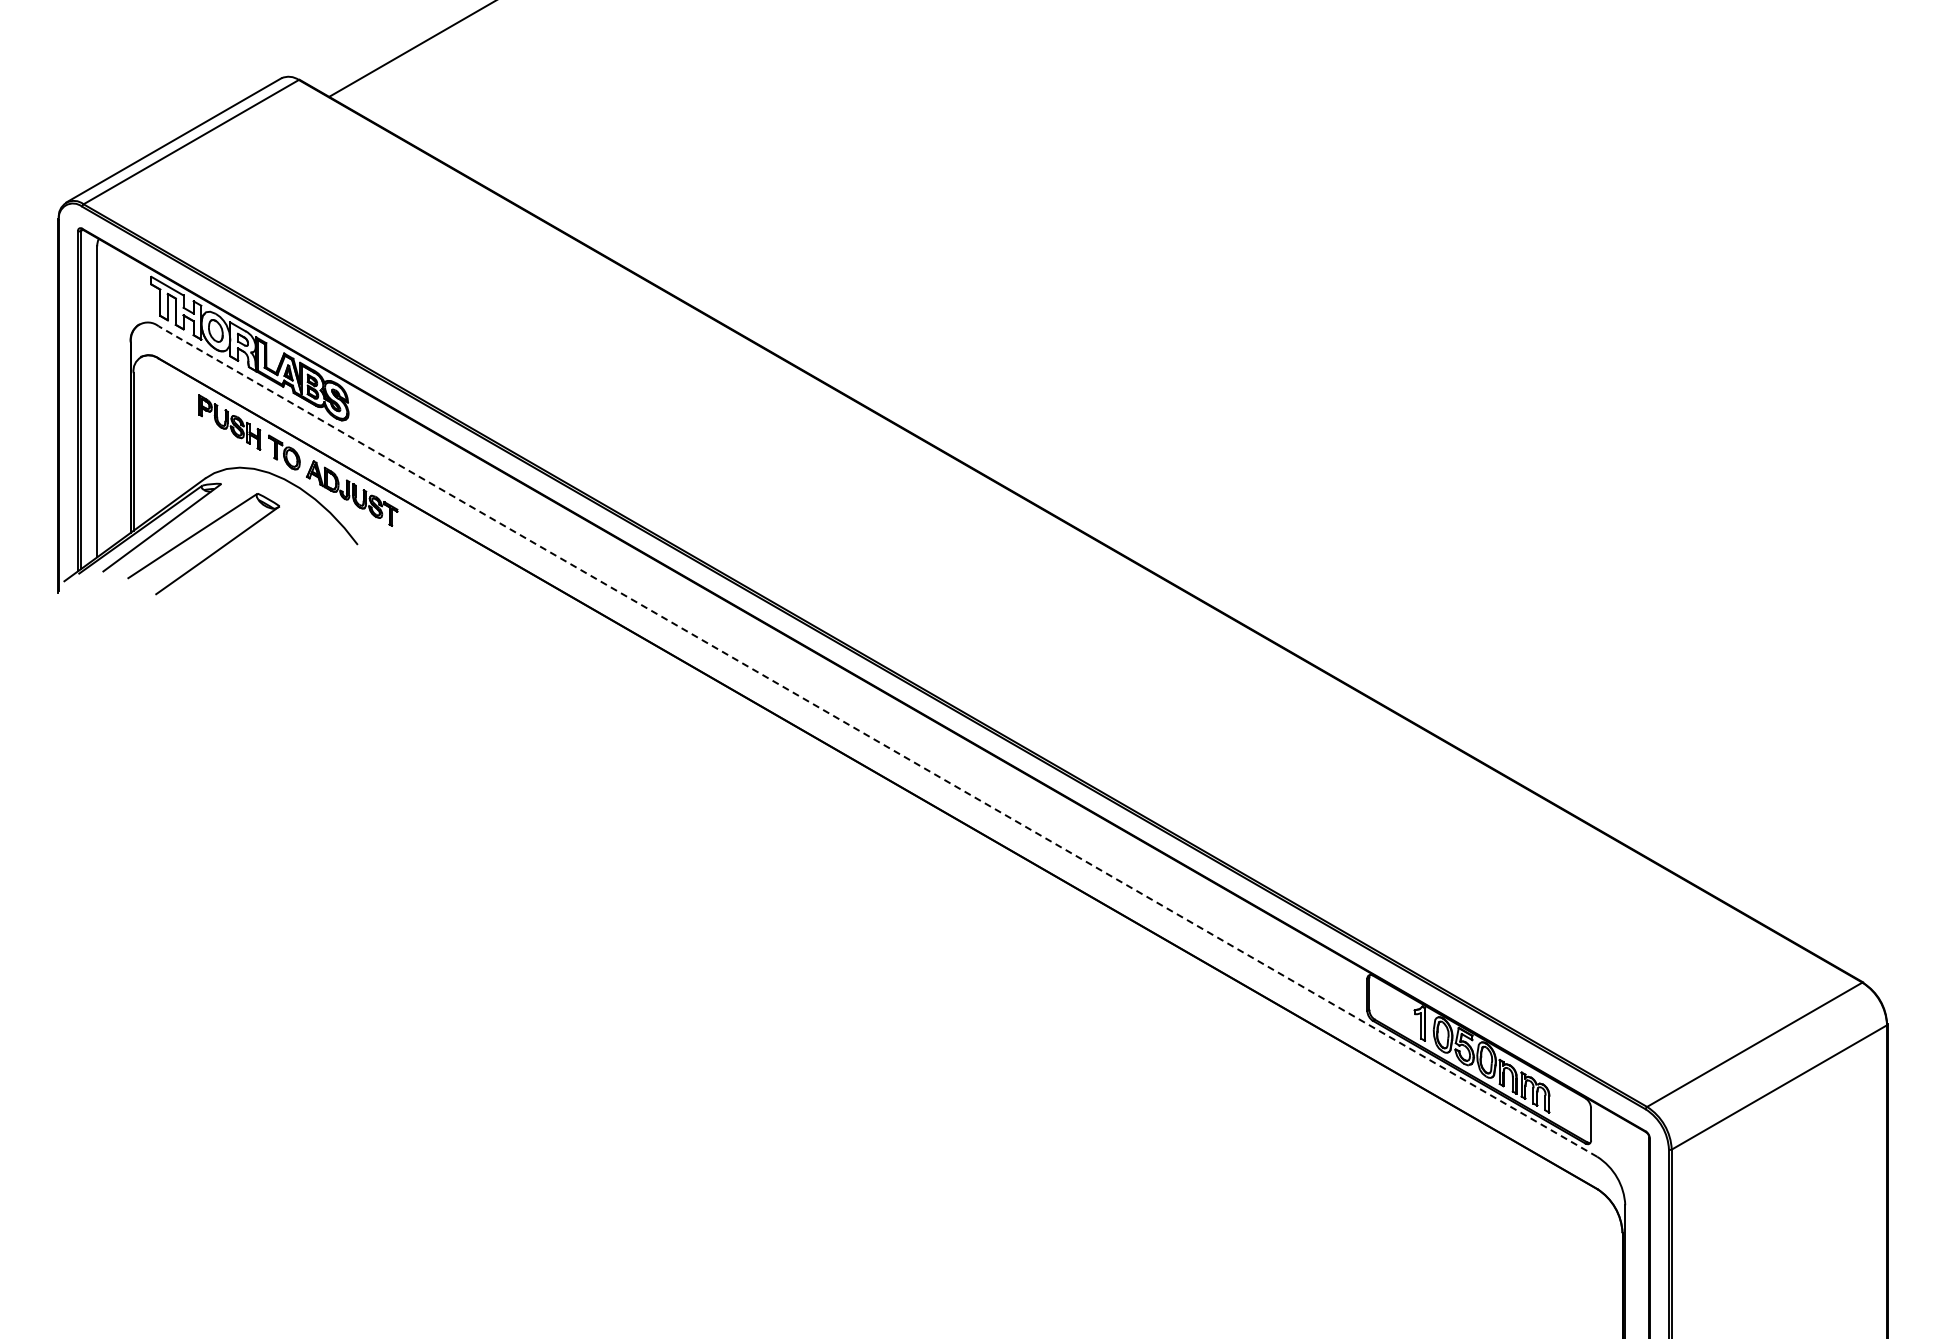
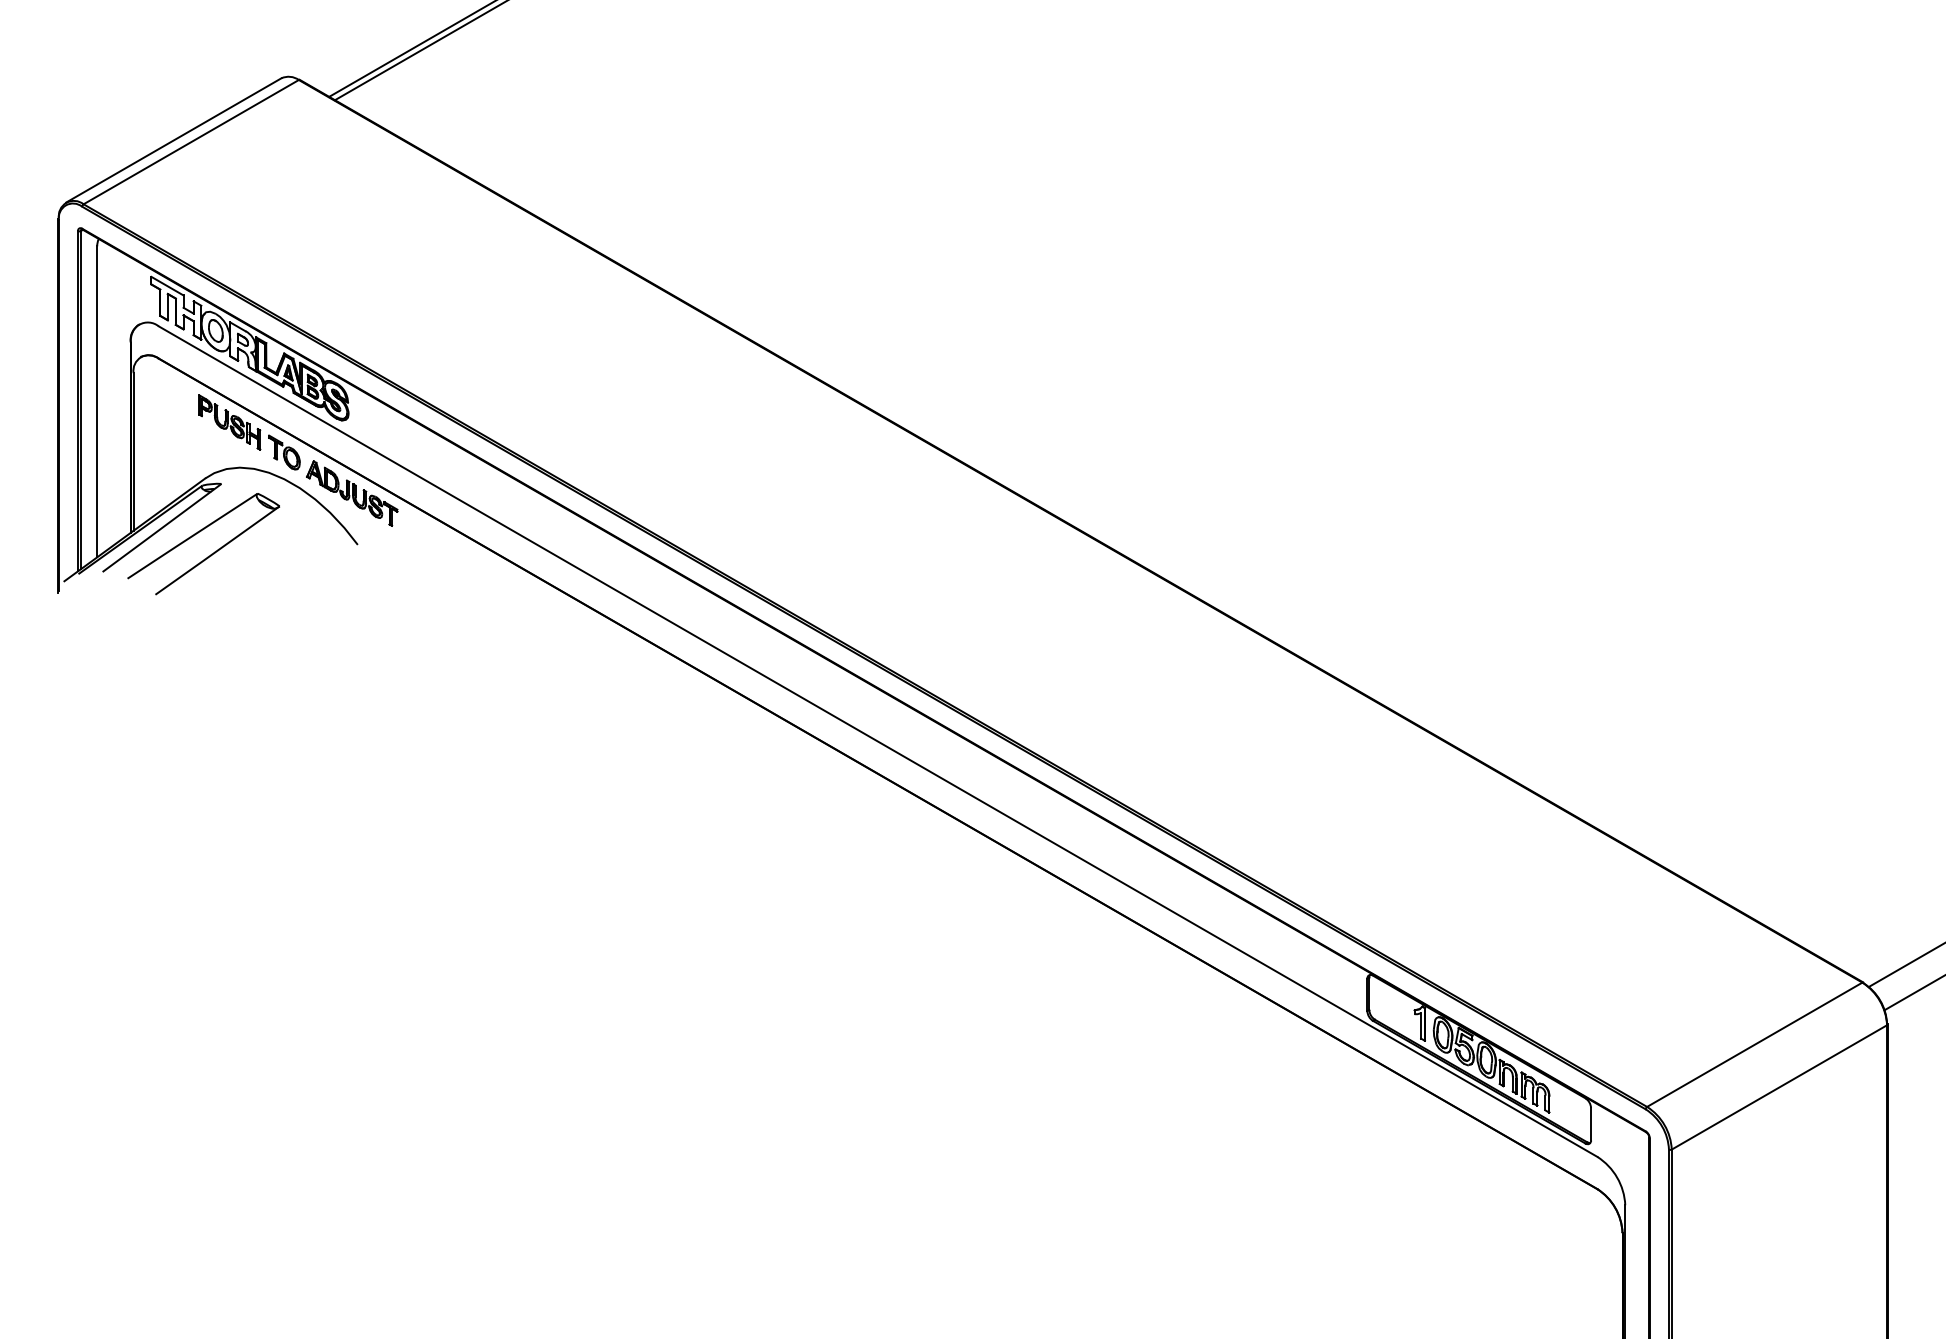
line at (419, 51): none -> present
line at (878, 741): dashed -> solid
line at (1905, 965): none -> present
line at (1913, 993): none -> present
